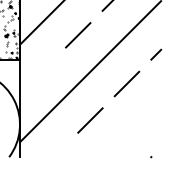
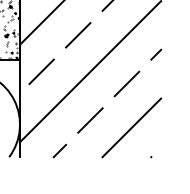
line at (41, 71): none -> present
line at (131, 127): none -> present
line at (59, 151): none -> present
